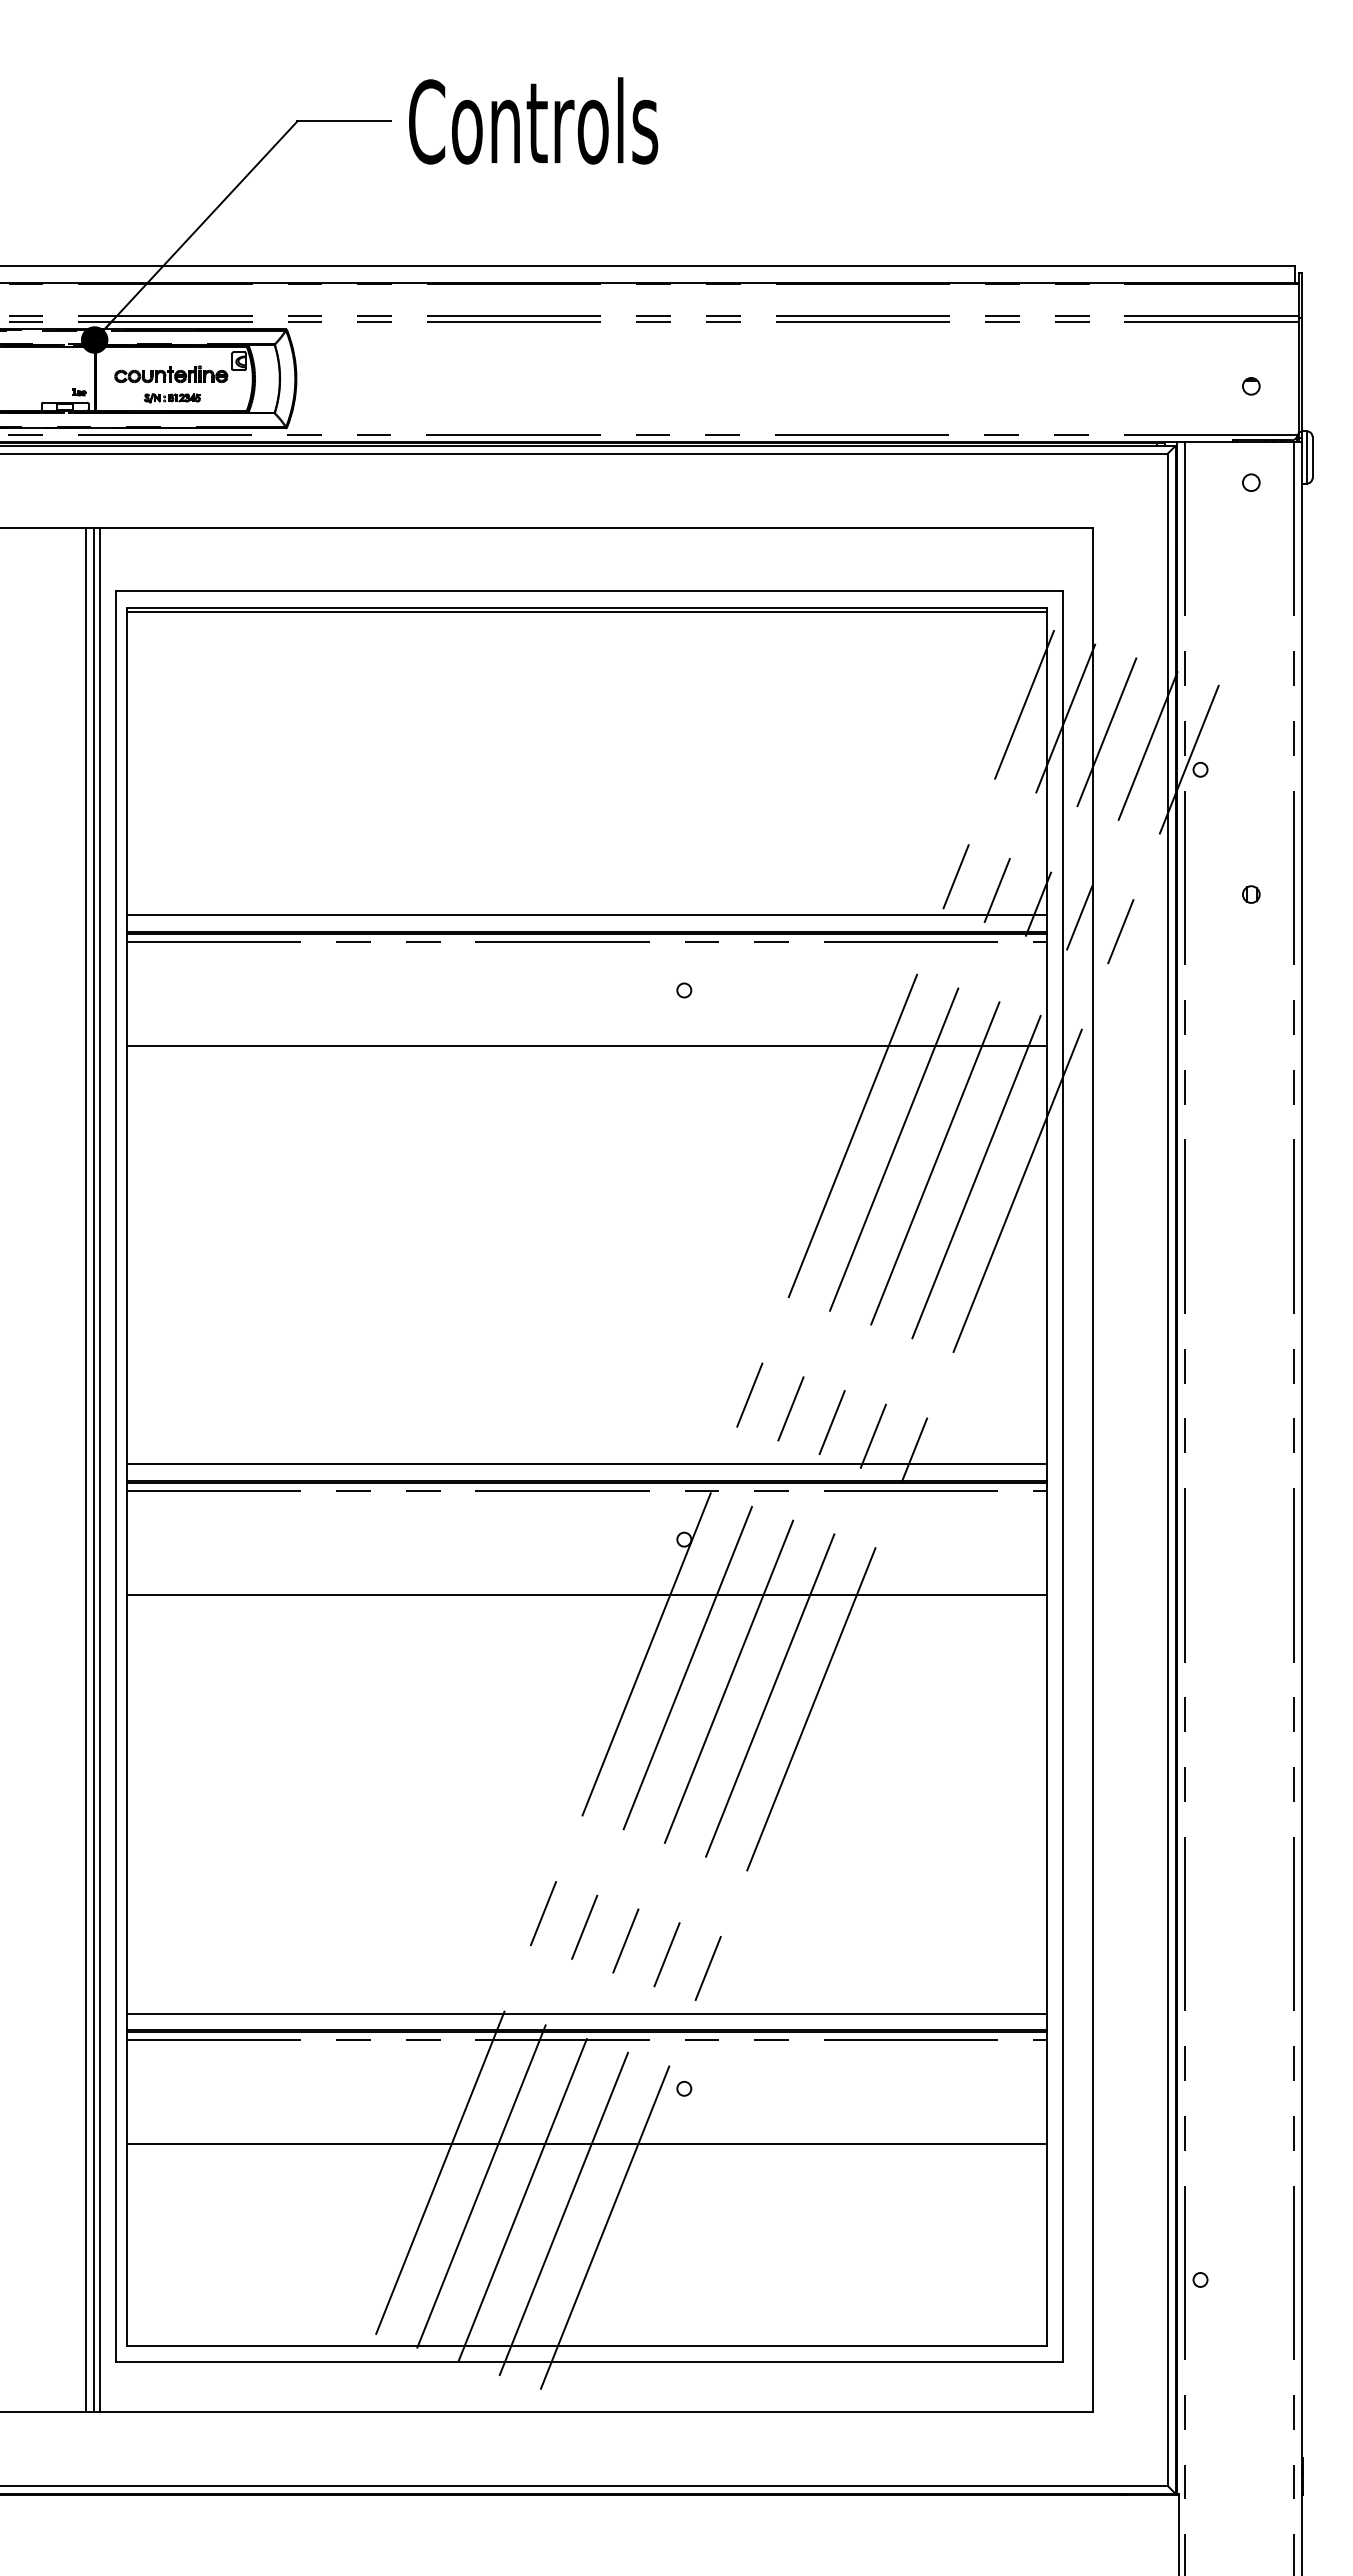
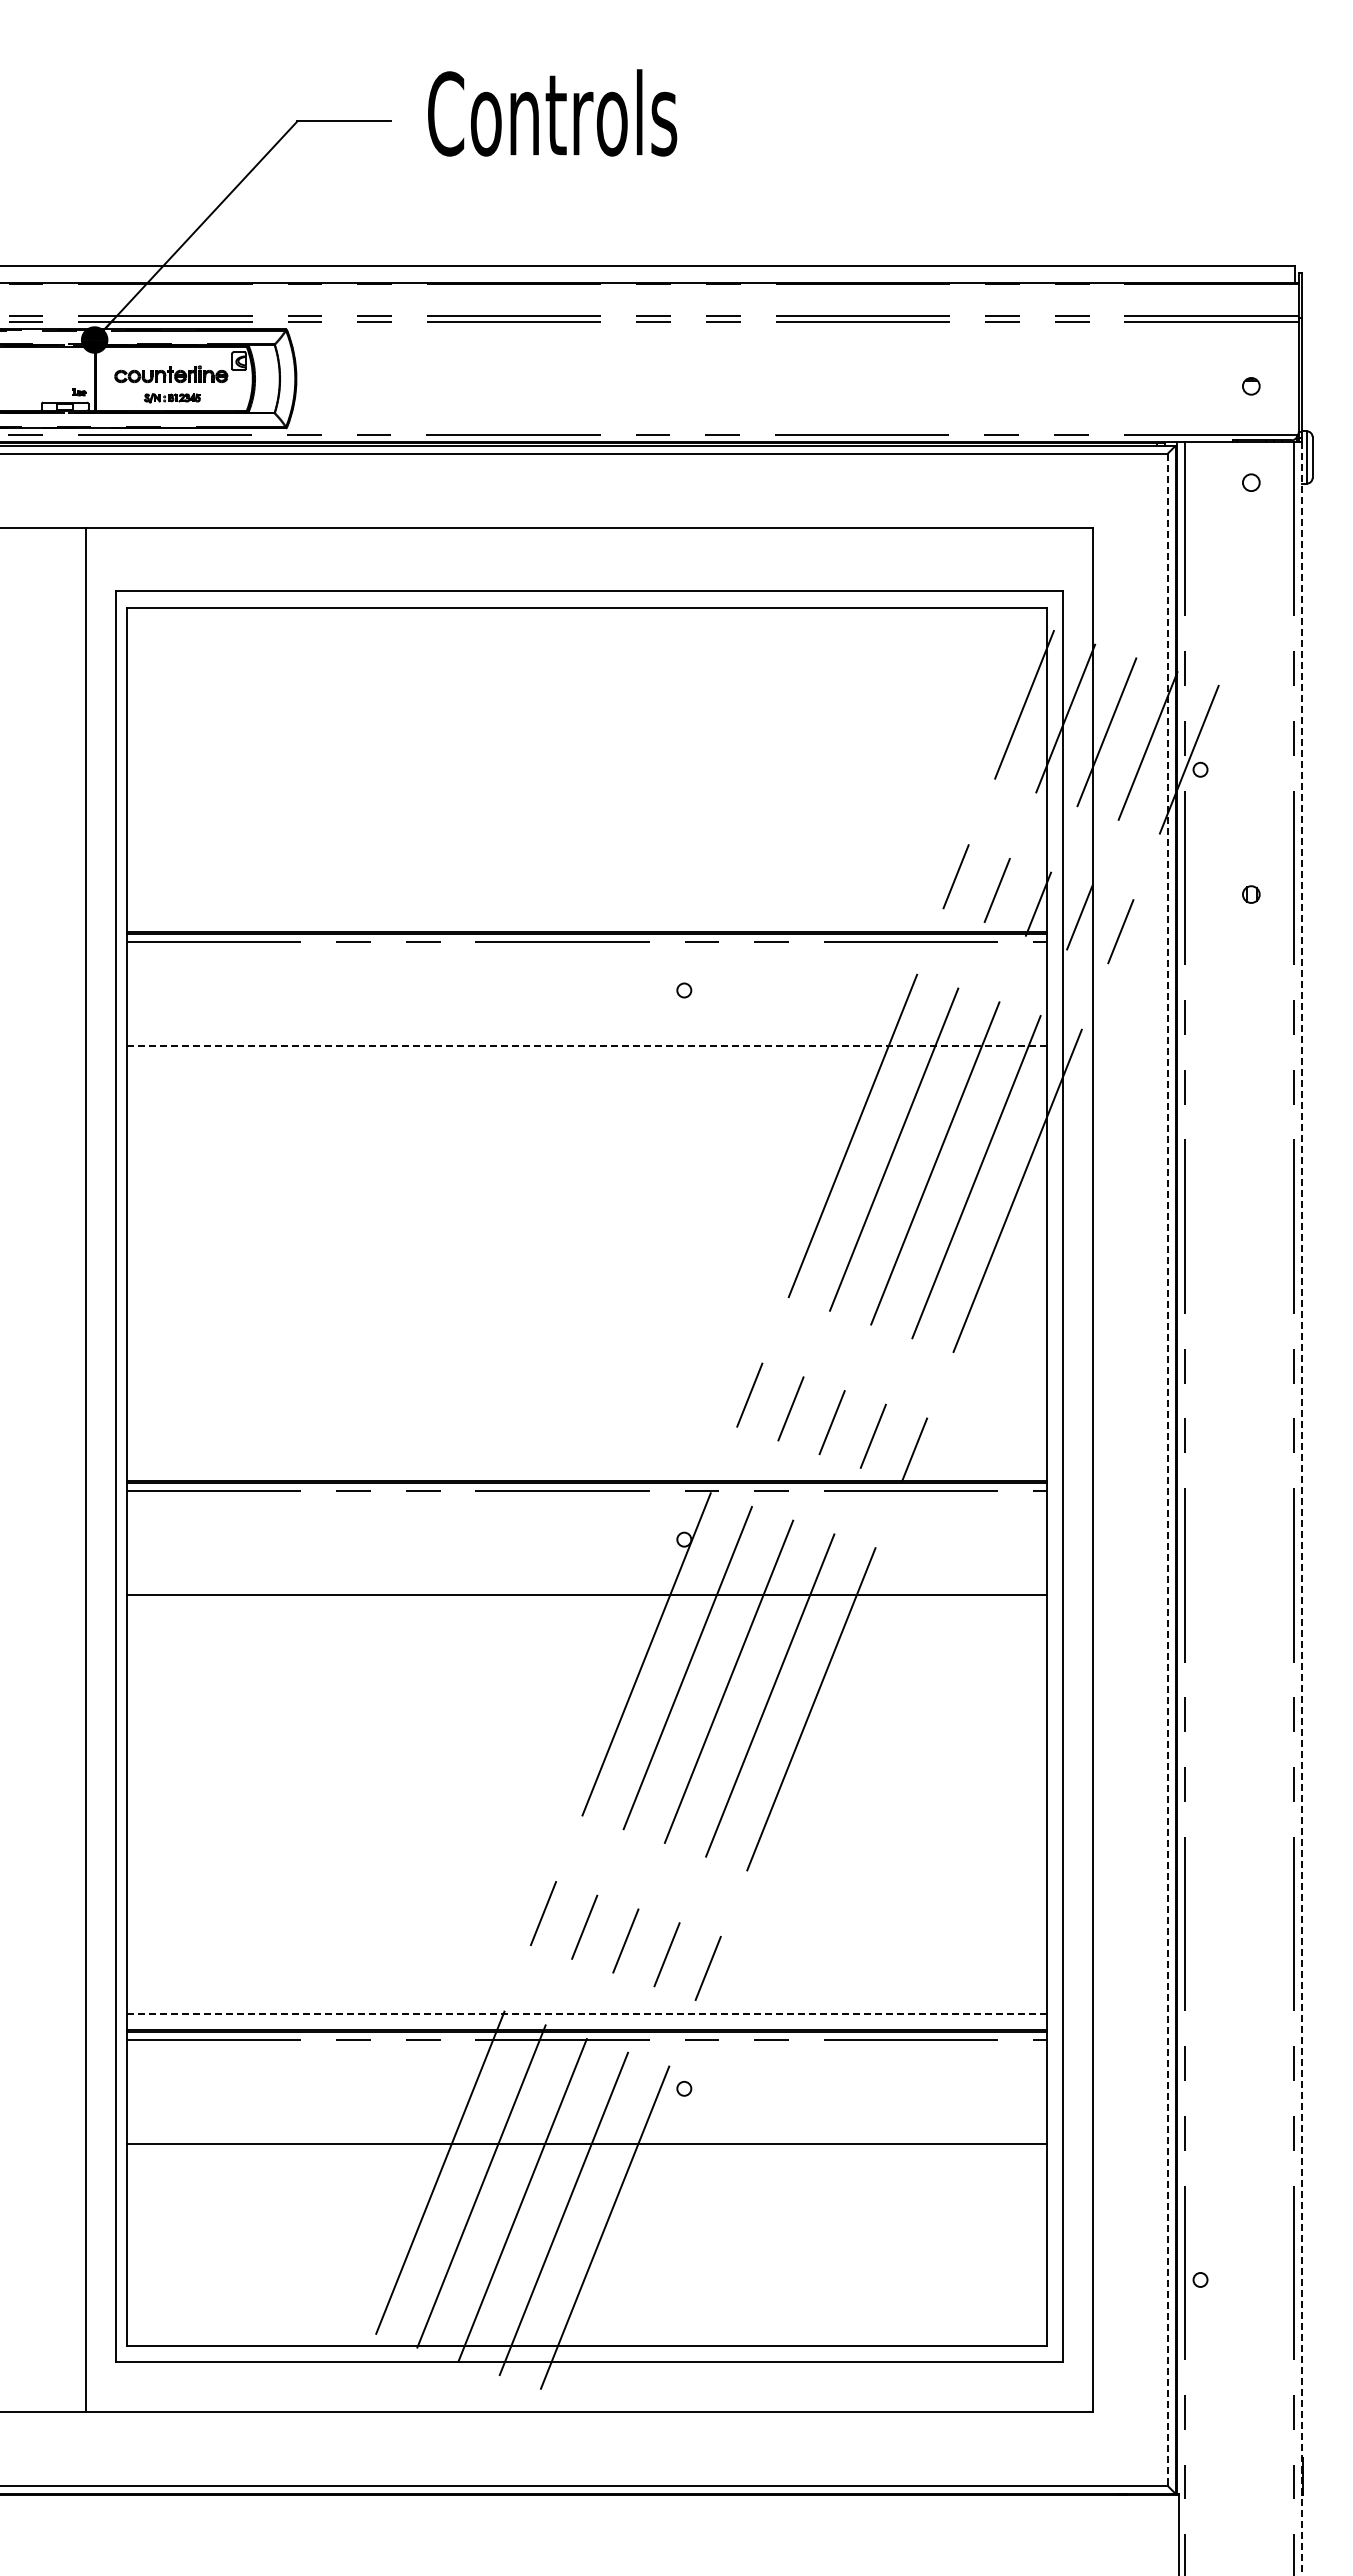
text at (533, 120) position: (533, 120) -> (552, 112)
line at (586, 611): present -> none
line at (586, 915): present -> none
line at (587, 1045): solid -> dashed
line at (586, 1464): present -> none
line at (94, 1469): present -> none
line at (99, 1469): present -> none
line at (1167, 1469): solid -> dashed
line at (1302, 1508): solid -> dashed
line at (587, 2013): solid -> dashed
